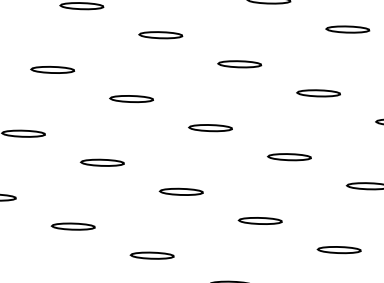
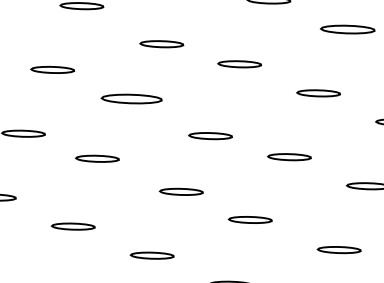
part at (347, 29) size: 46x9 px -> 56x11 px
part at (160, 35) position: (160, 35) -> (161, 44)
part at (131, 98) size: 45x8 px -> 63x12 px
part at (210, 128) position: (210, 128) -> (210, 136)
part at (101, 162) position: (101, 162) -> (96, 158)
part at (259, 220) position: (259, 220) -> (249, 219)
